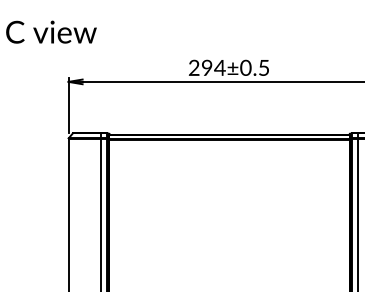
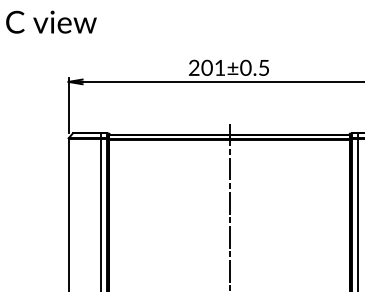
text at (51, 31) position: (51, 31) -> (51, 21)
text at (213, 67): 294±0.5 -> 201±0.5
line at (229, 205): none -> present
